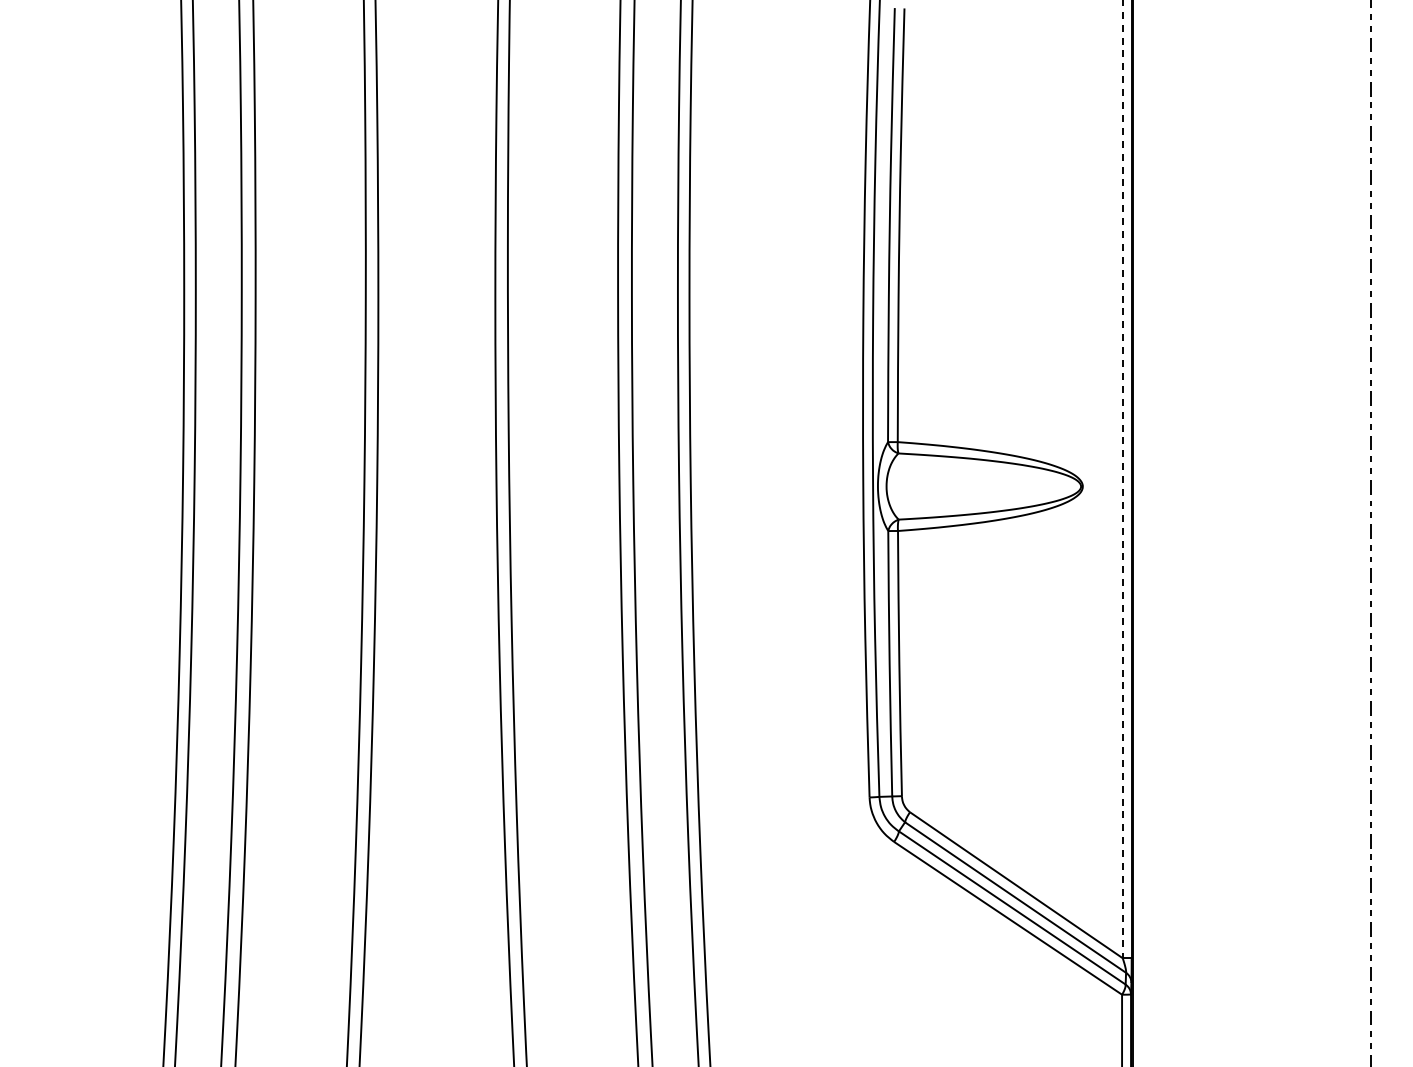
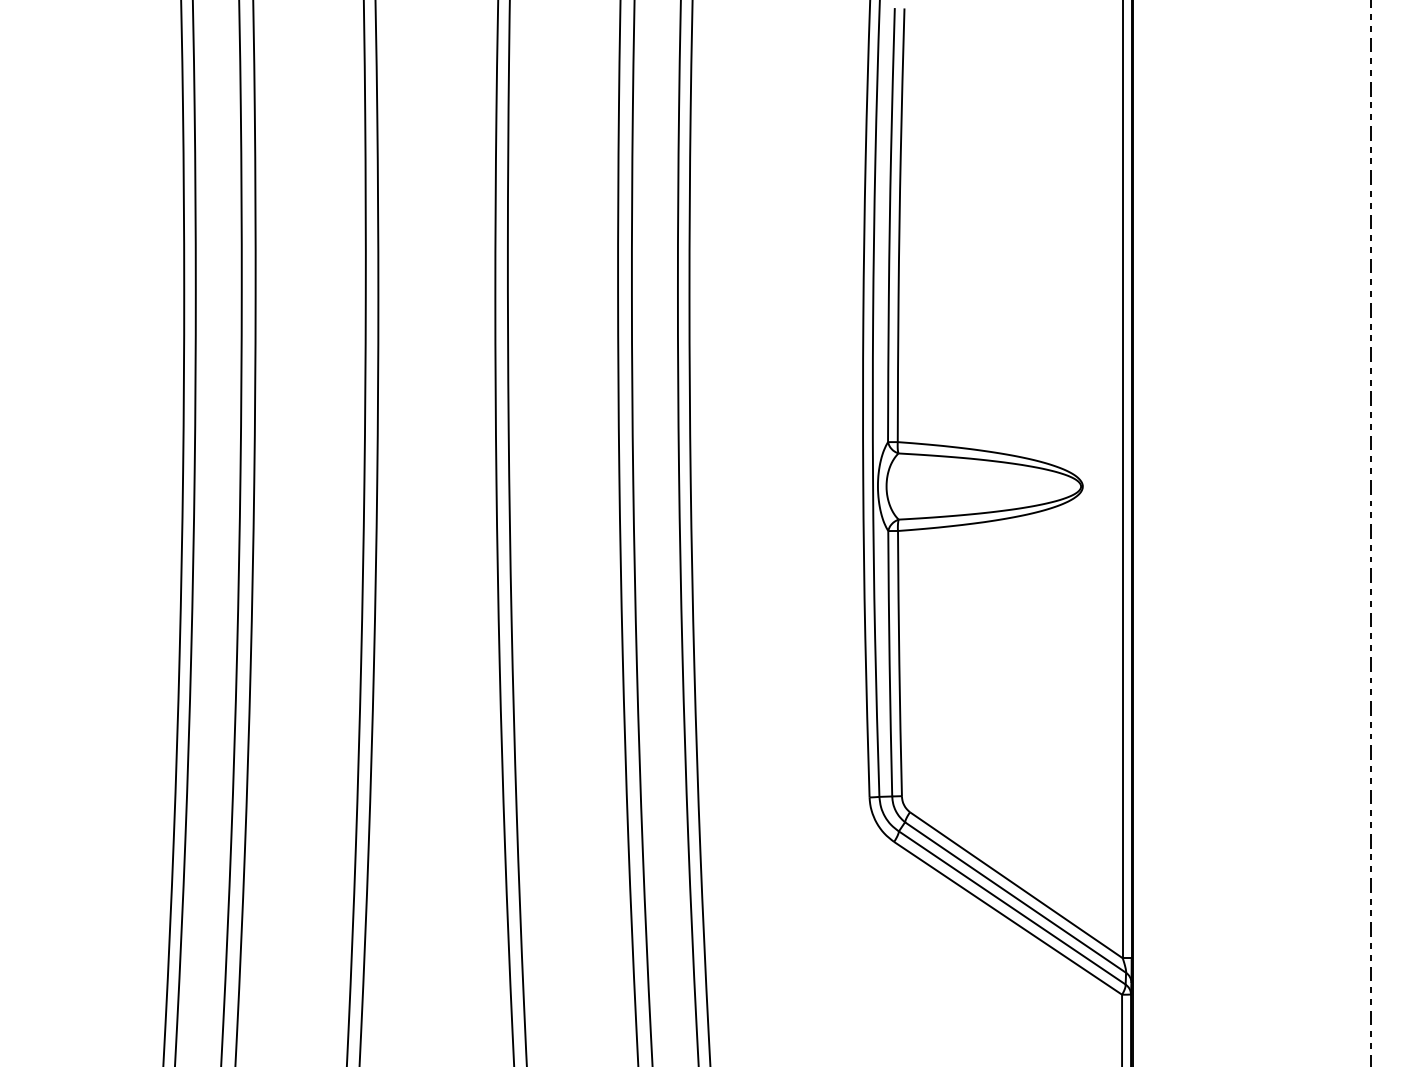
line at (1122, 479): dashed -> solid
